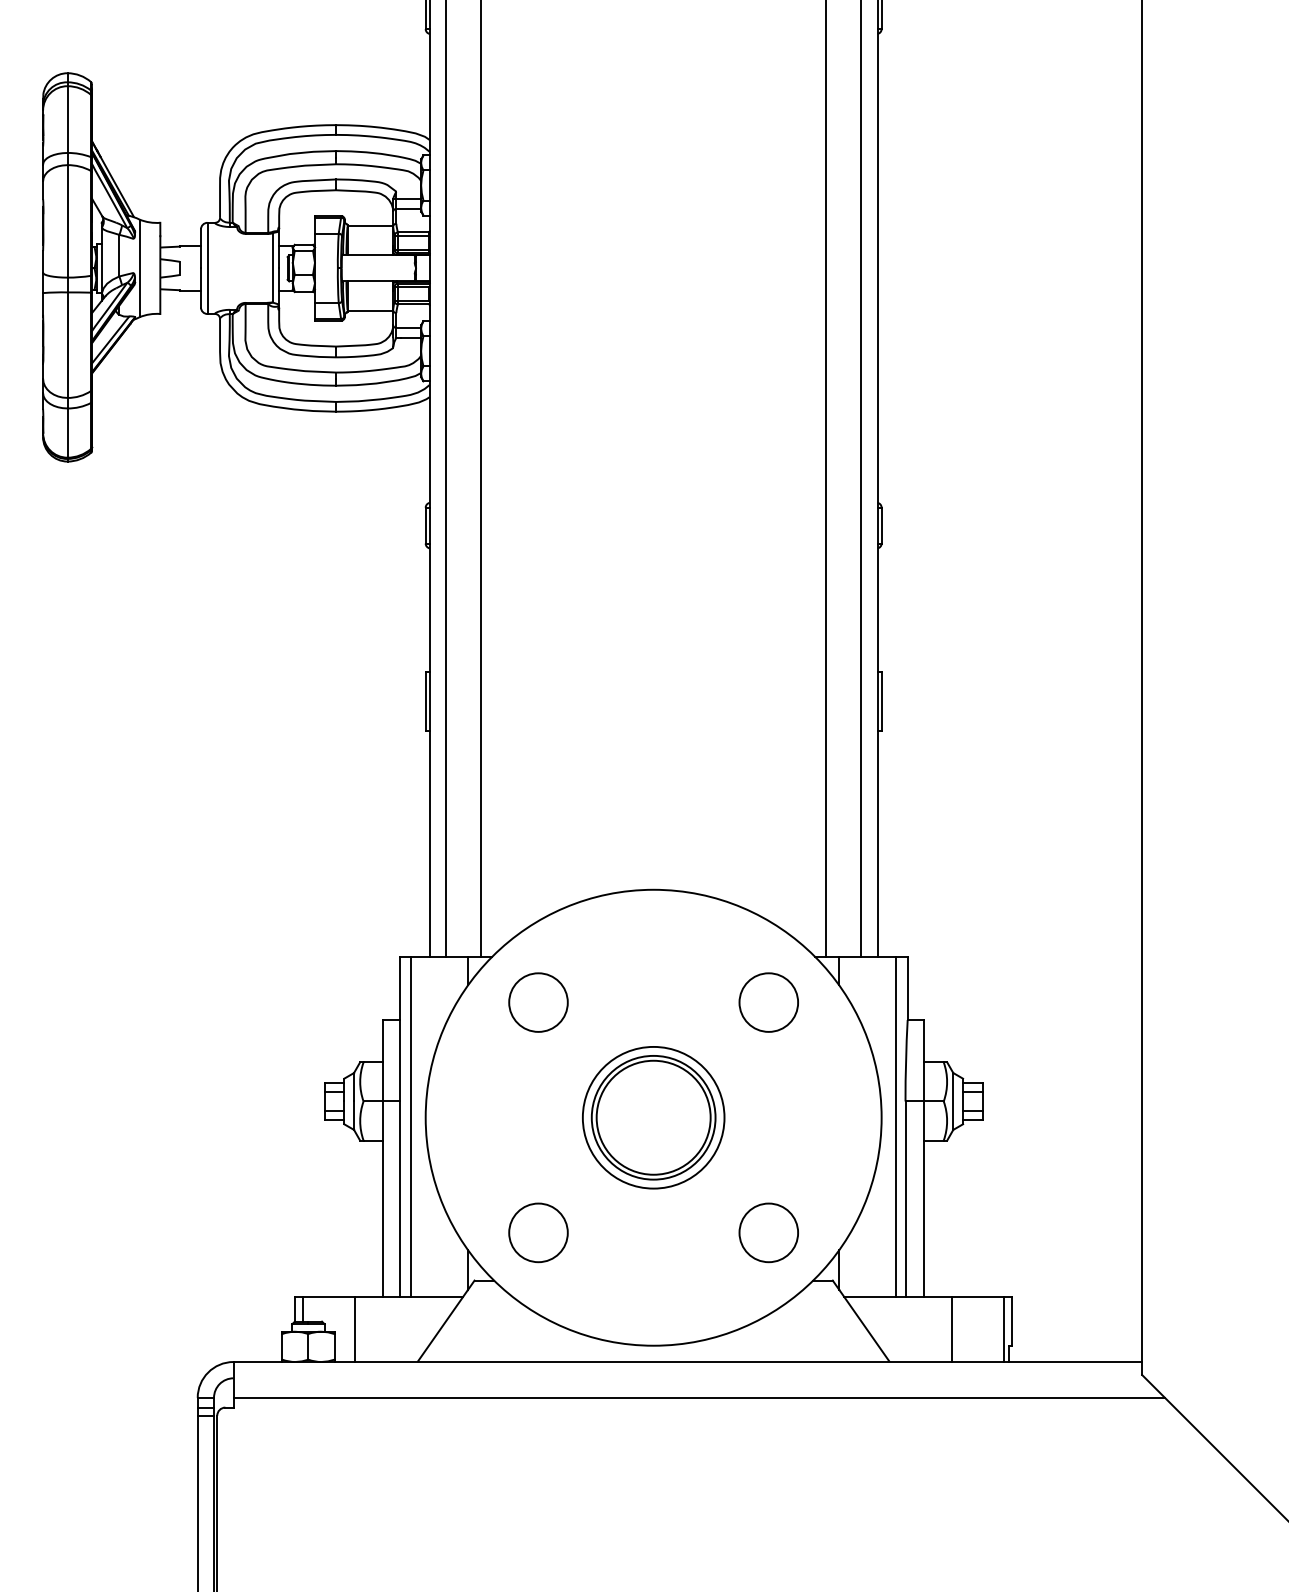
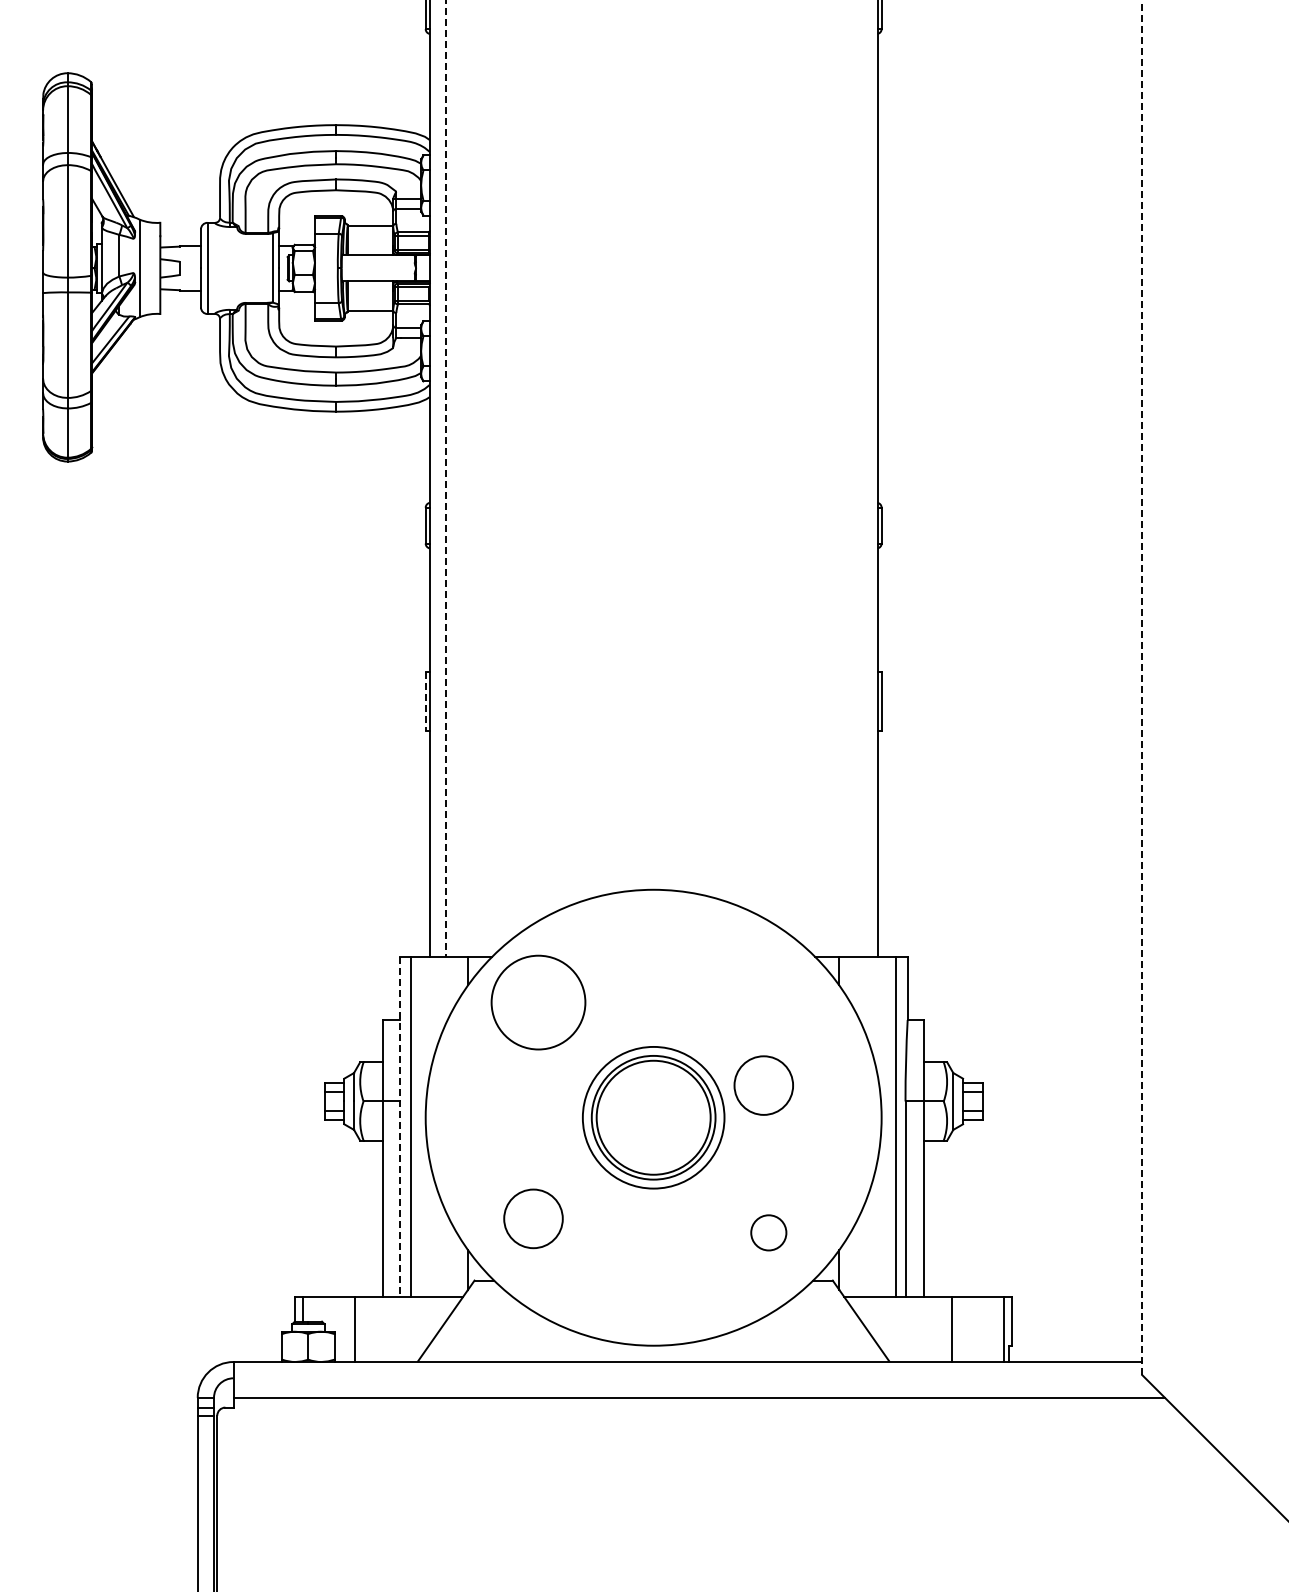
line at (446, 478): solid -> dashed
line at (481, 479): present -> none
line at (826, 479): present -> none
line at (861, 479): present -> none
line at (1142, 687): solid -> dashed
line at (425, 702): solid -> dashed
circle at (538, 1002) diameter: 59 px -> 94 px
circle at (768, 1002) position: (768, 1002) -> (763, 1085)
line at (399, 1127): solid -> dashed
circle at (538, 1232) position: (538, 1232) -> (533, 1218)
circle at (768, 1232) diameter: 59 px -> 35 px
